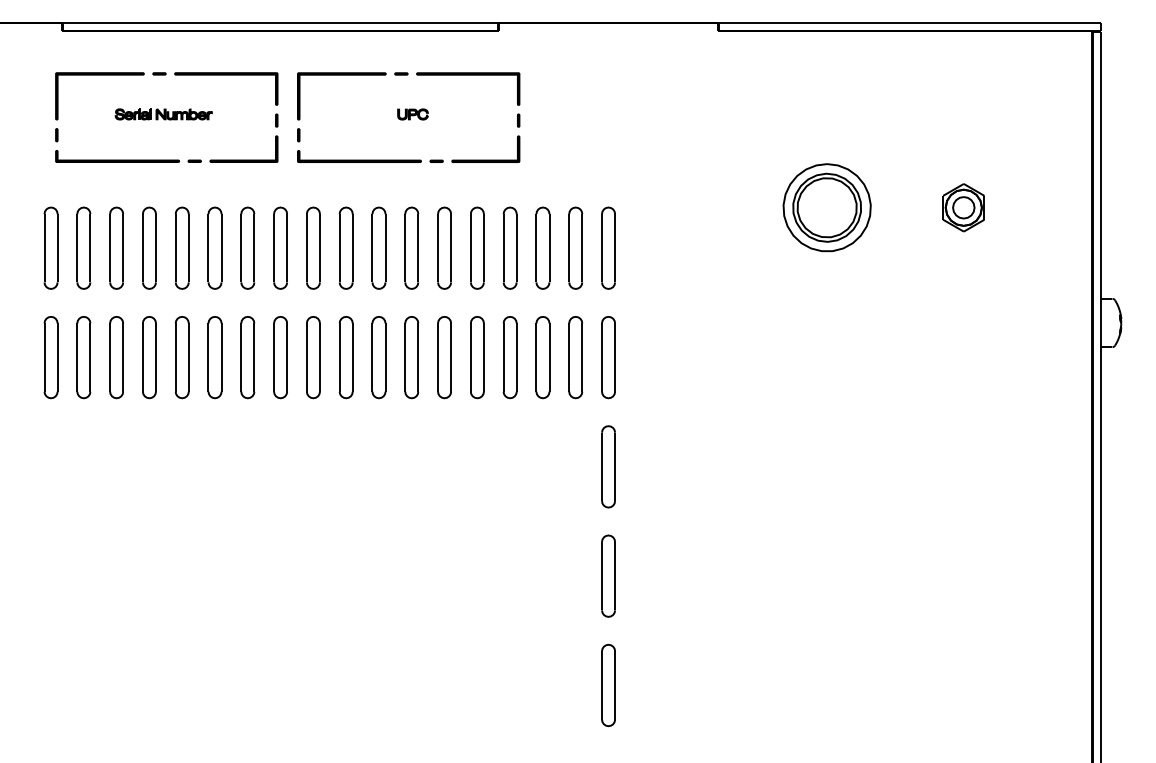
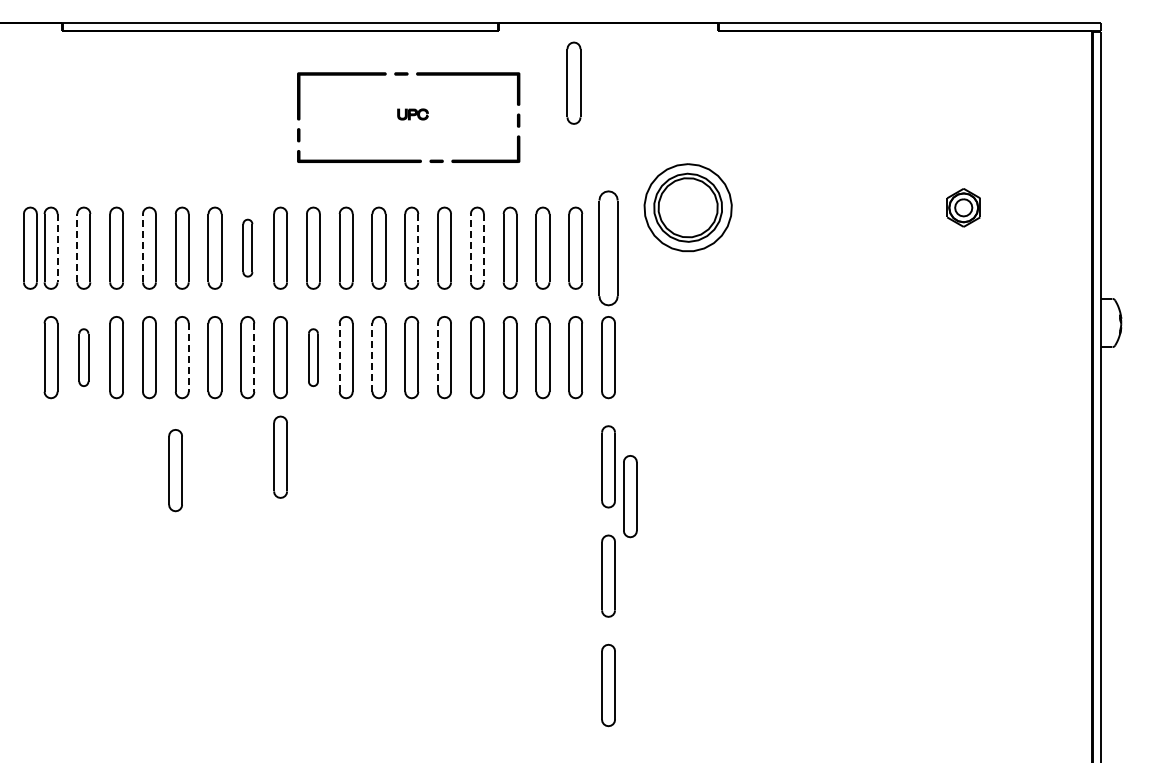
part at (573, 82): none -> present
part at (166, 117): present -> none
part at (826, 207) position: (826, 207) -> (687, 207)
part at (963, 207) size: 43x50 px -> 35x40 px
part at (30, 247): none -> present
line at (77, 247): solid -> dashed
line at (142, 247): solid -> dashed
part at (247, 247) size: 16x84 px -> 12x60 px
line at (470, 247): solid -> dashed
part at (608, 247) size: 15x84 px -> 21x117 px
line at (57, 248): solid -> dashed
line at (418, 248): solid -> dashed
line at (483, 248): solid -> dashed
part at (83, 357) size: 16x84 px -> 12x59 px
part at (313, 357) size: 15x84 px -> 11x60 px
line at (339, 357): solid -> dashed
line at (372, 357): solid -> dashed
line at (438, 357): solid -> dashed
line at (188, 358): solid -> dashed
line at (254, 358): solid -> dashed
part at (280, 456): none -> present
part at (175, 470): none -> present
part at (630, 496): none -> present
